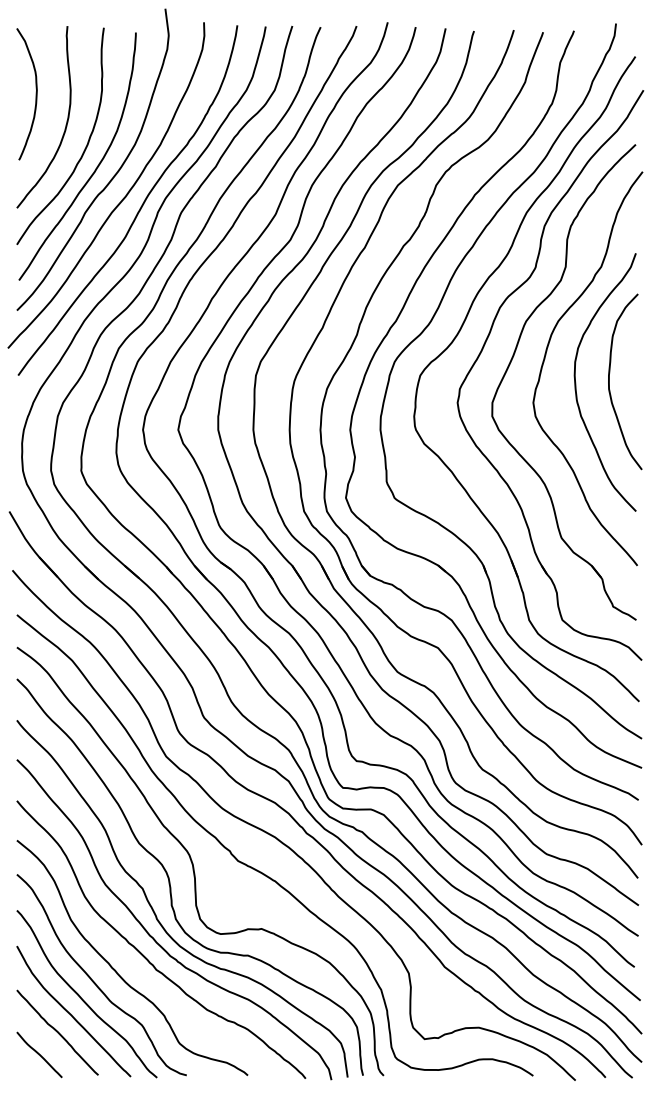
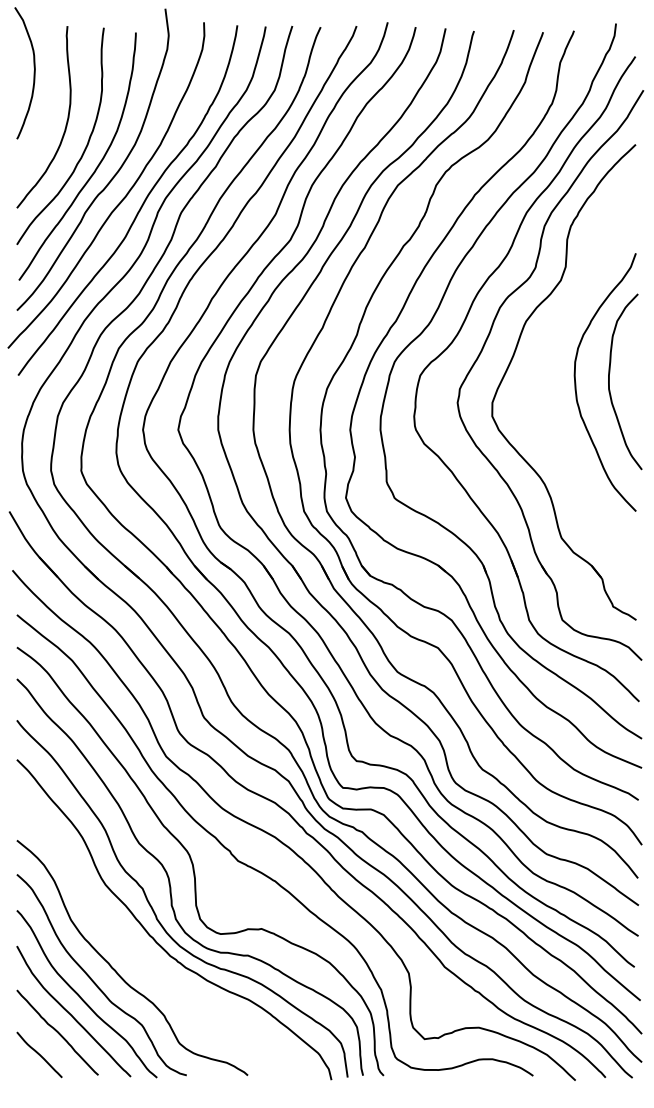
curve at (35, 94) position: (35, 94) -> (33, 73)
curve at (545, 359): present -> none
curve at (144, 955): present -> none
